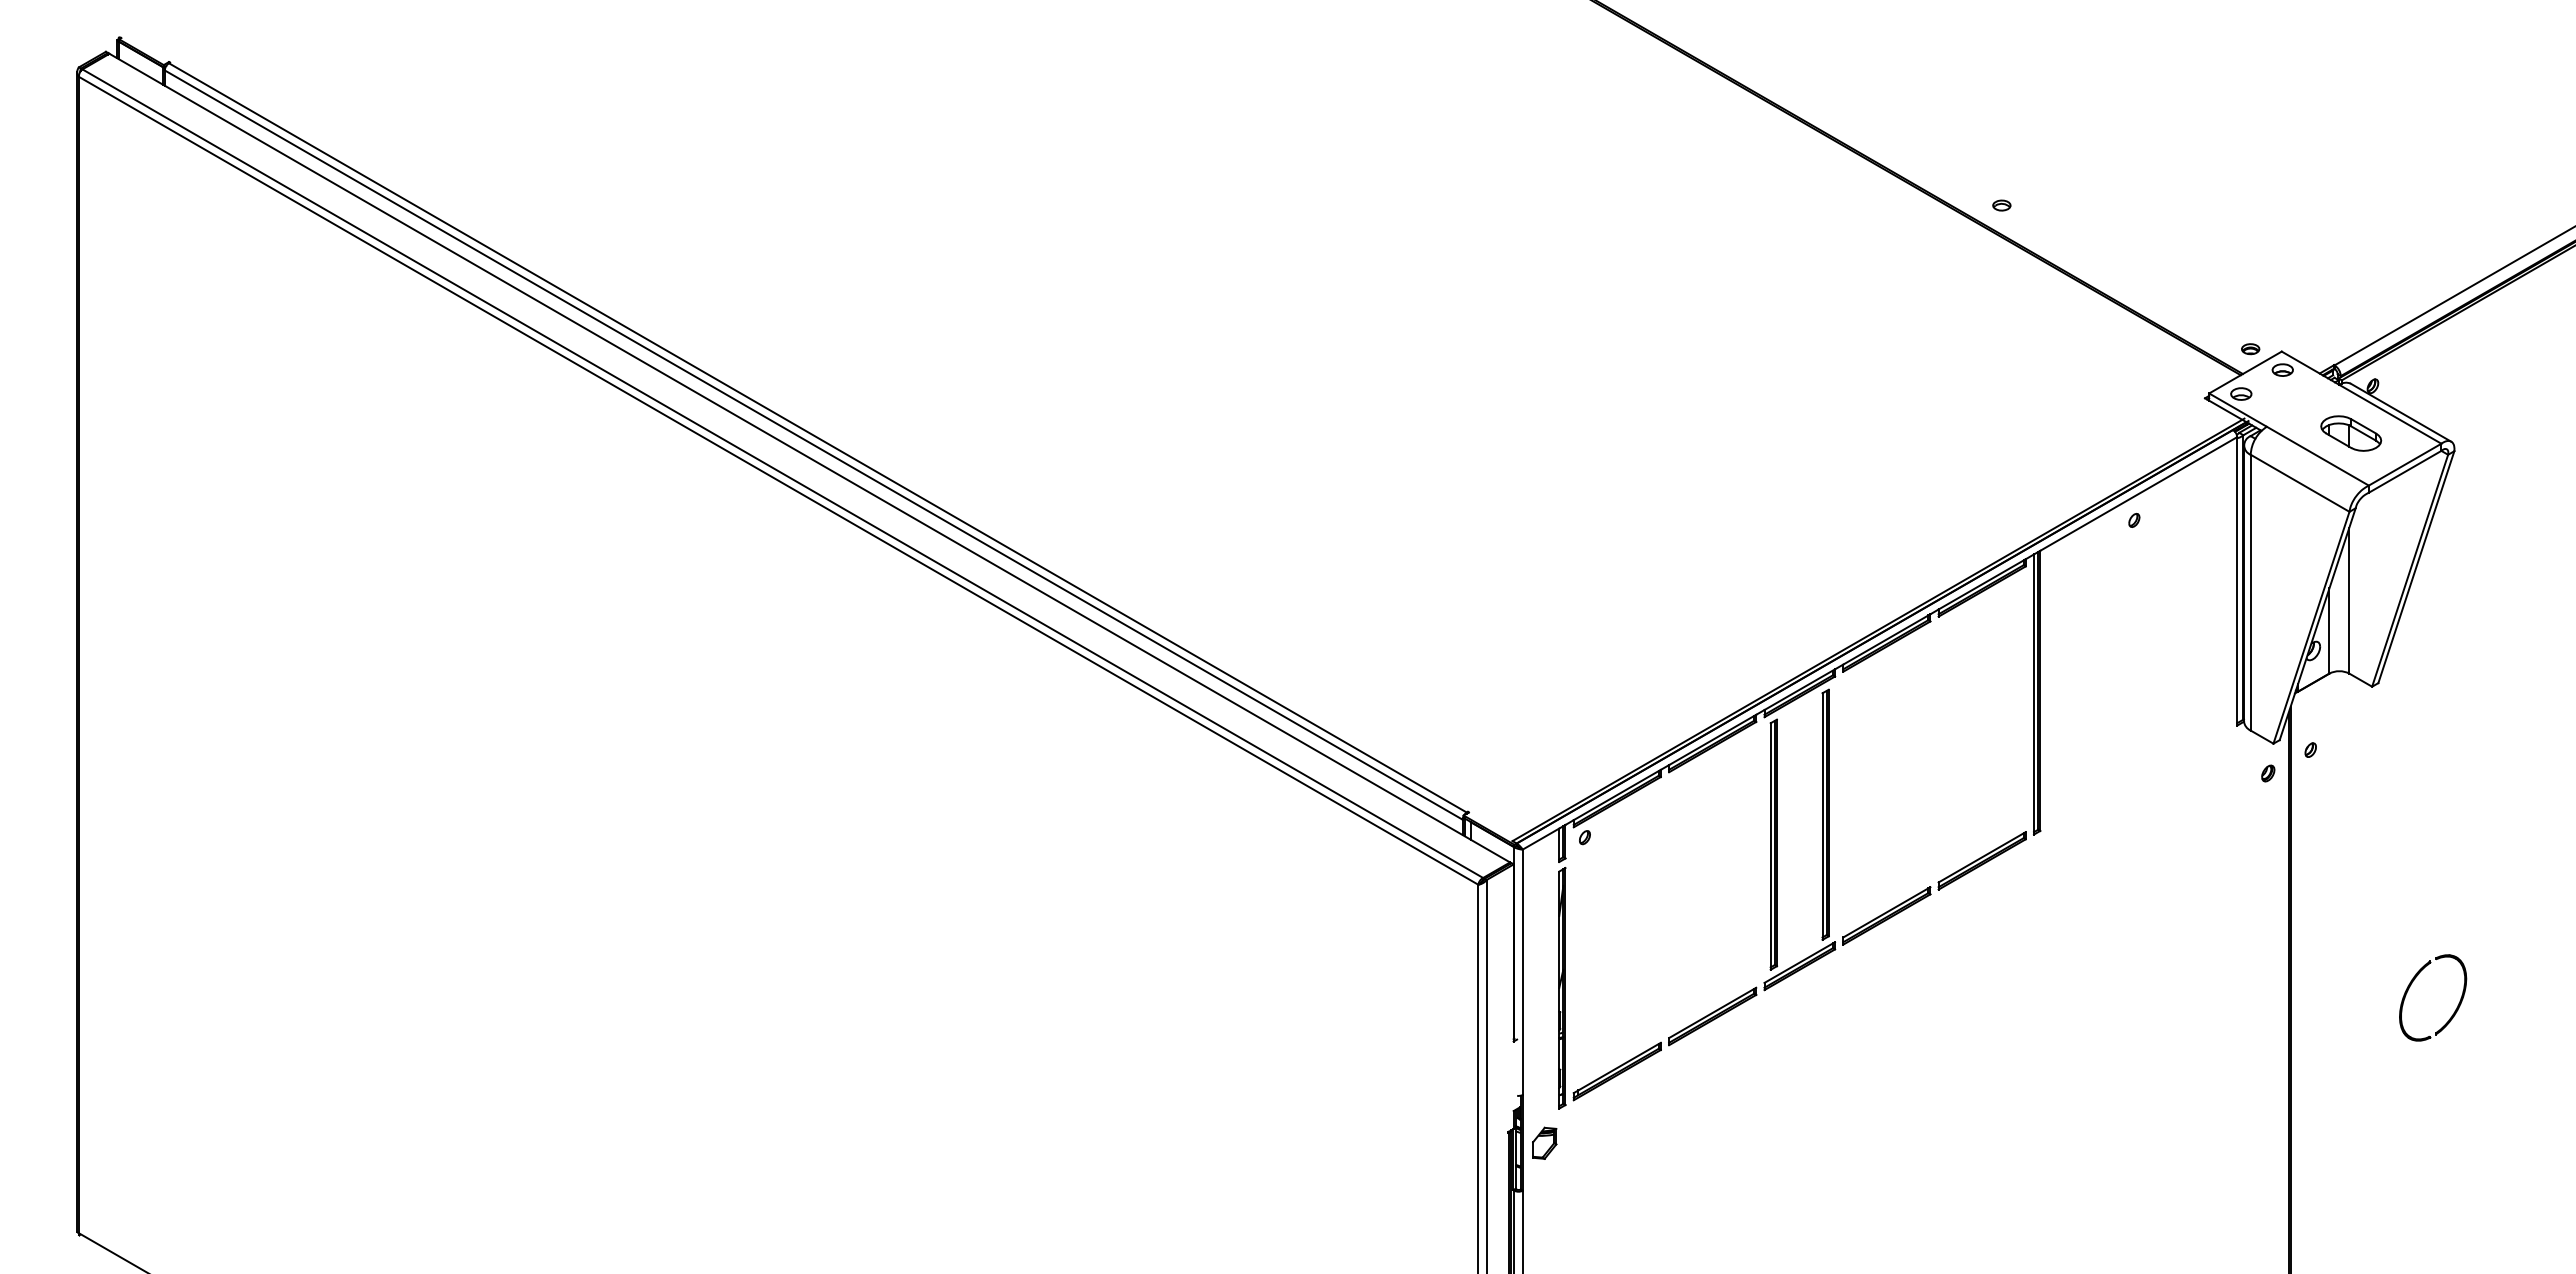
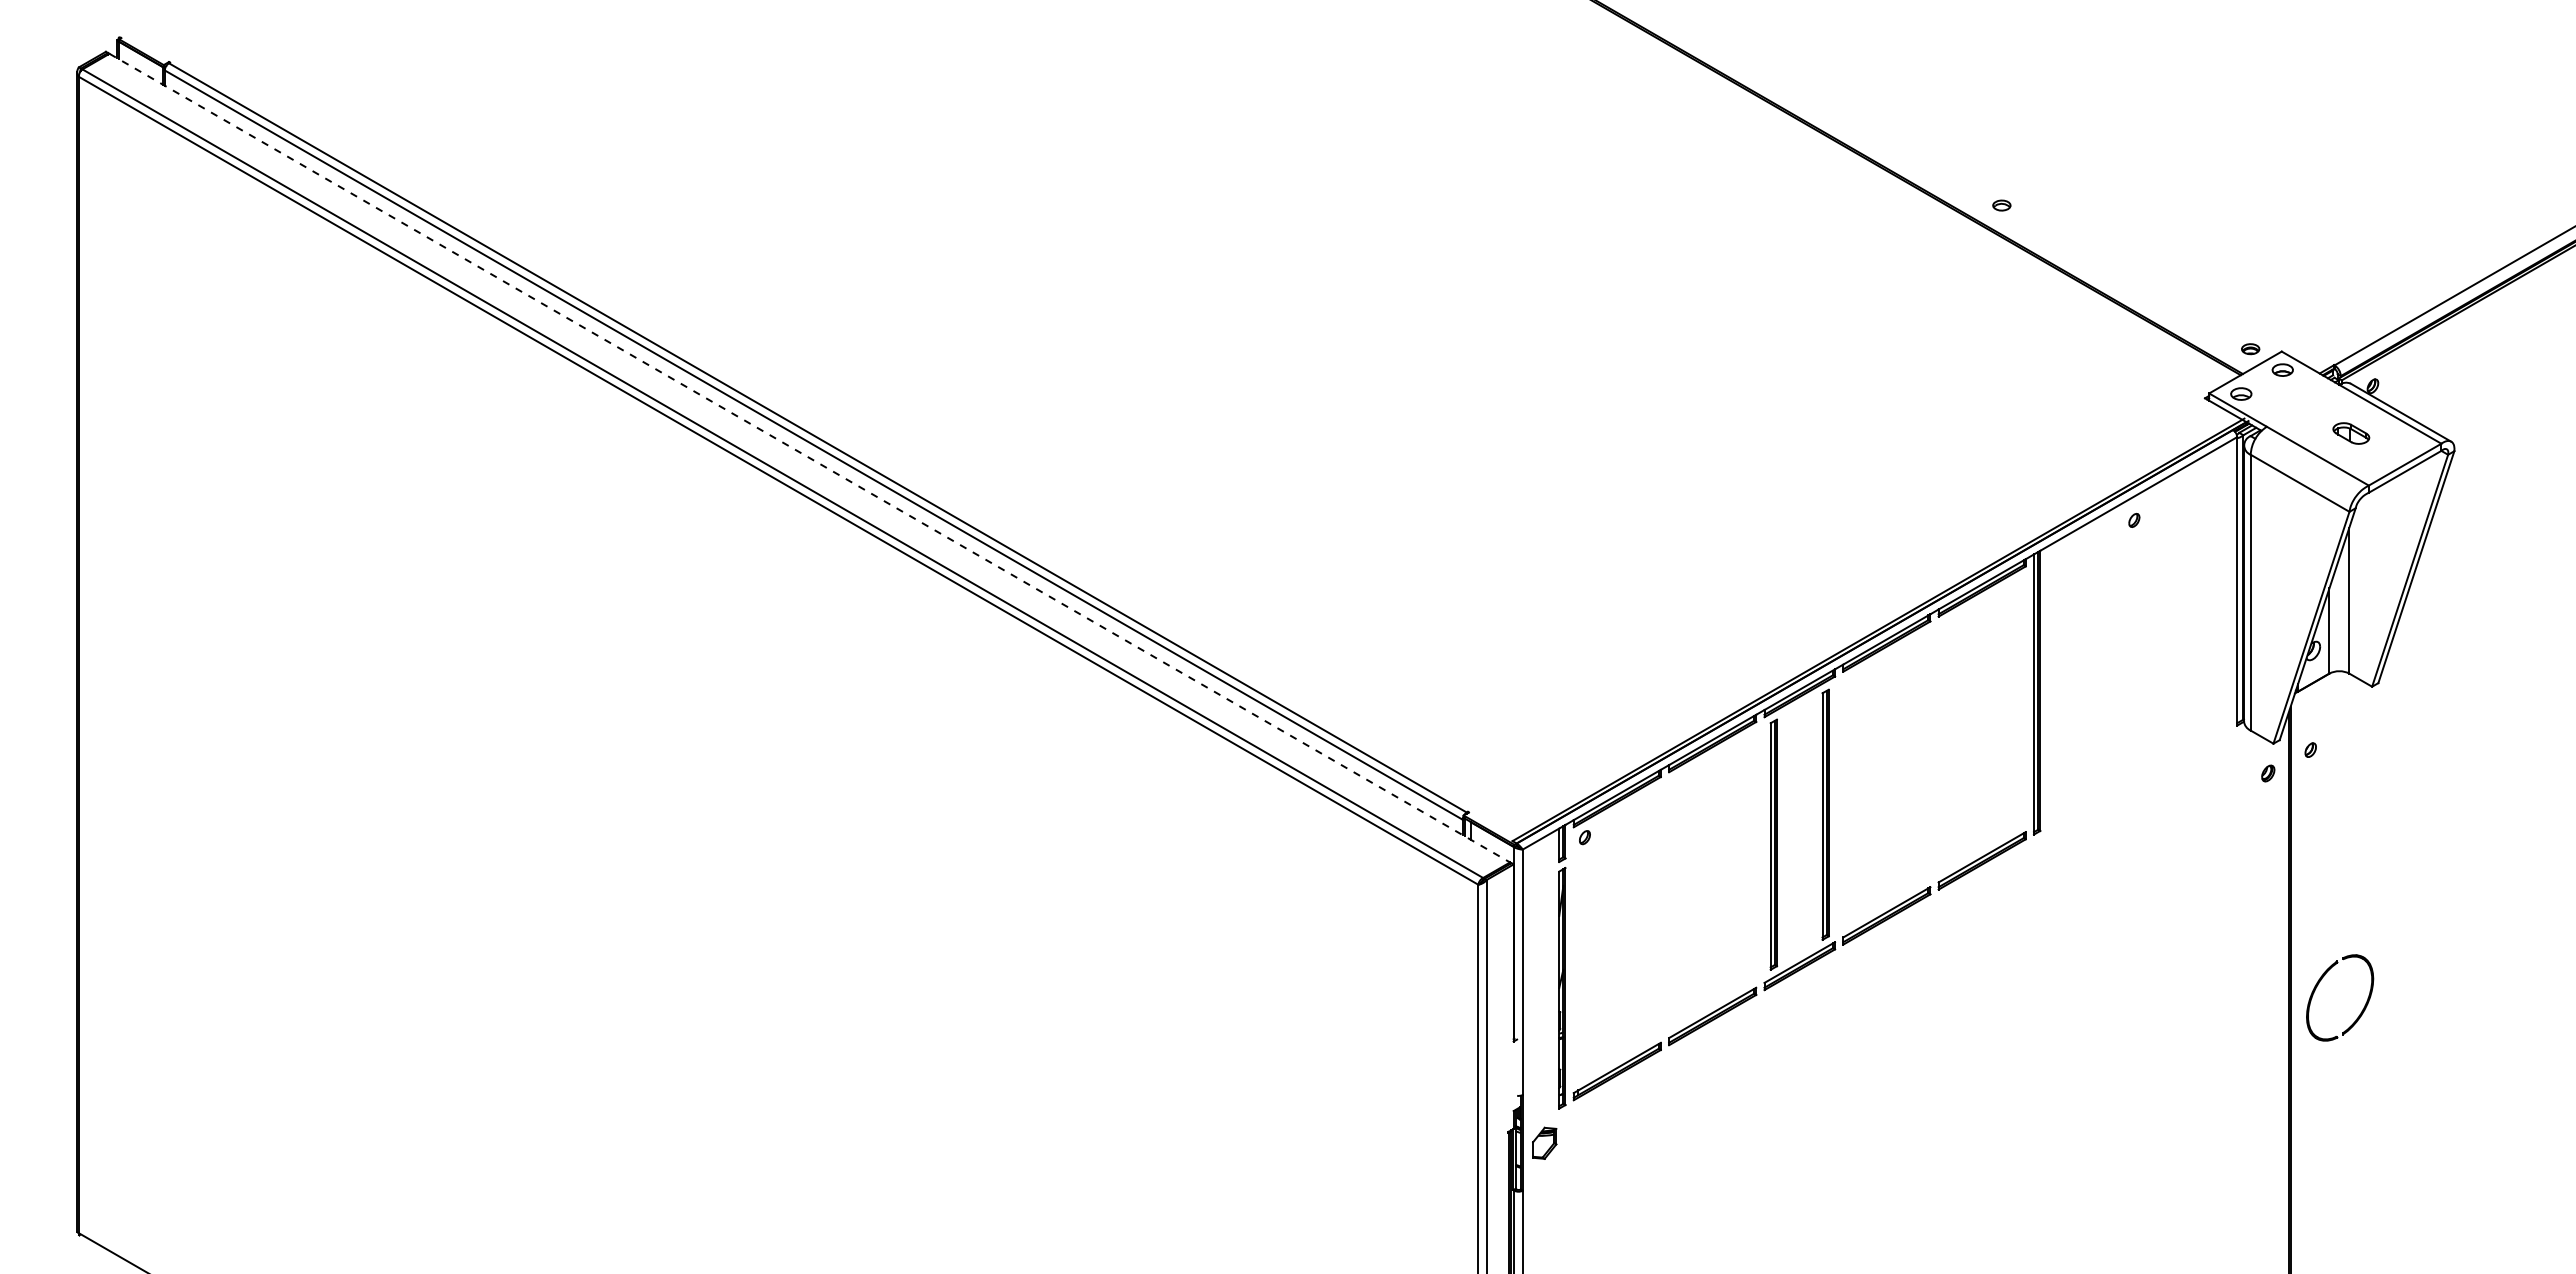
part at (2351, 433) size: 63x37 px -> 39x23 px
line at (809, 458): solid -> dashed
part at (2453, 1012) position: (2453, 1012) -> (2360, 1012)
